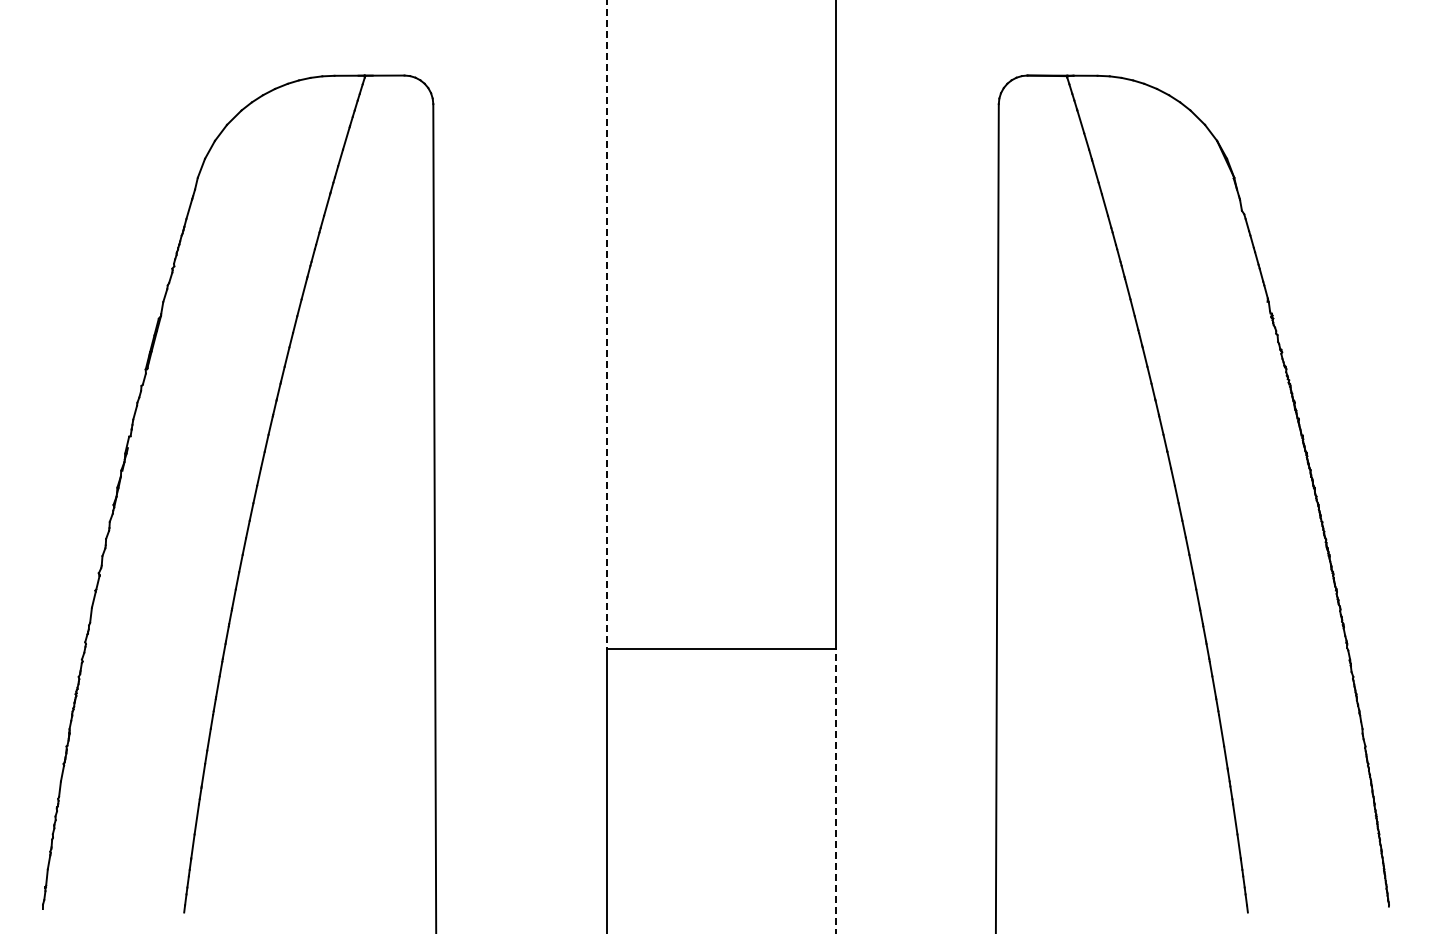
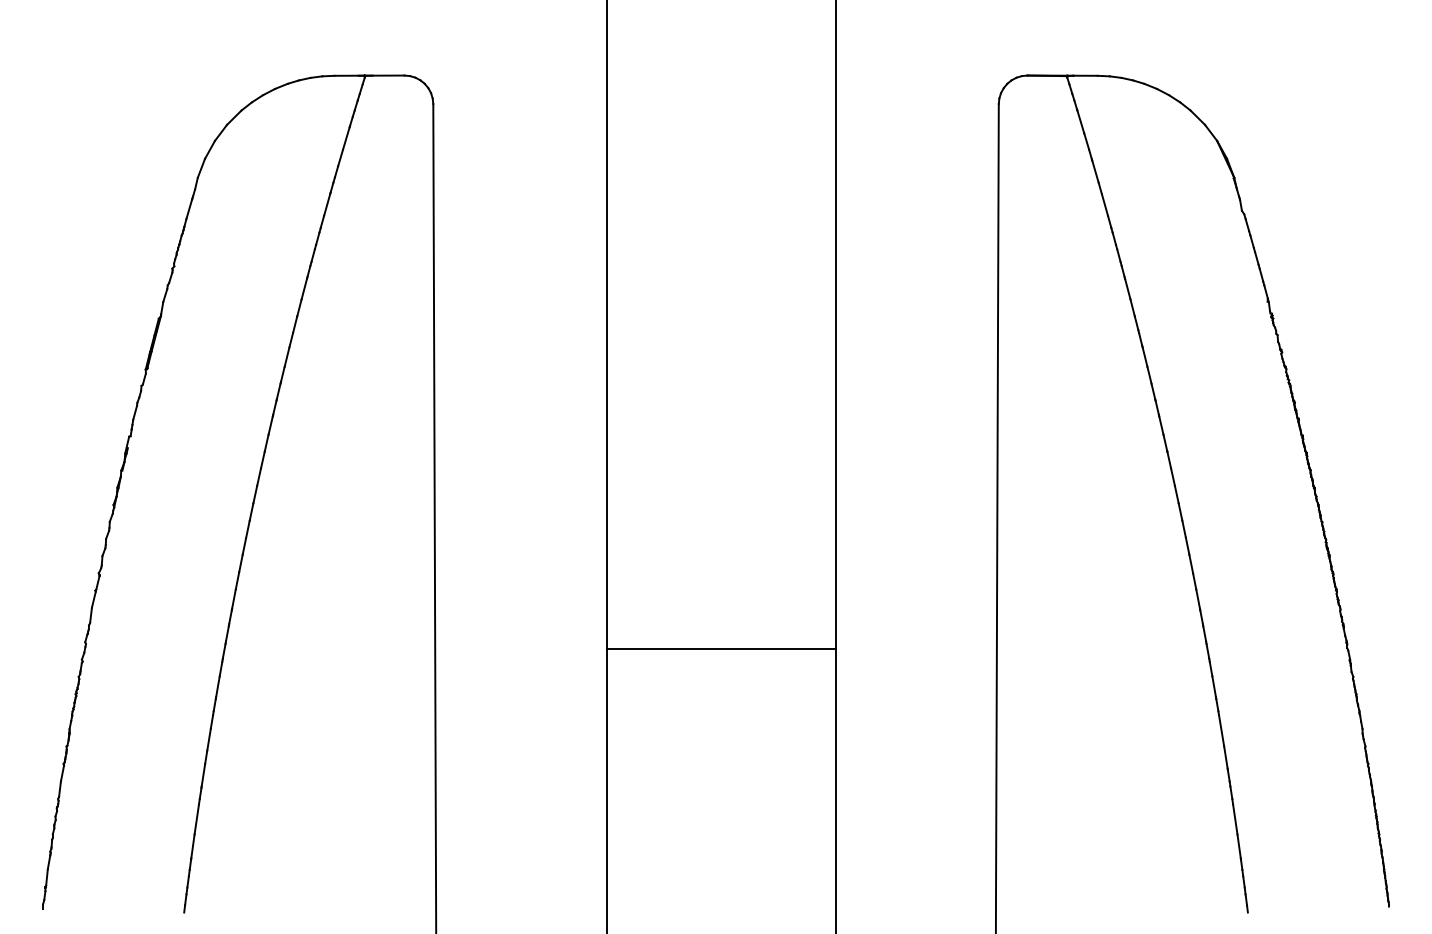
line at (607, 325): dashed -> solid
line at (836, 790): dashed -> solid
